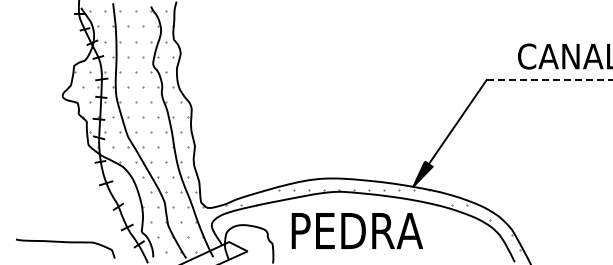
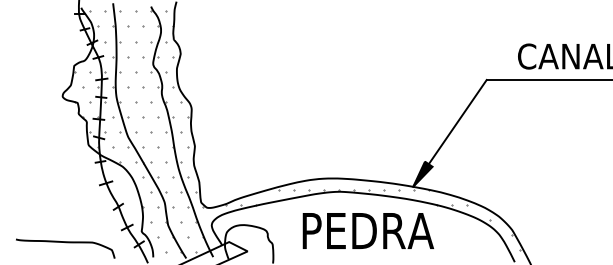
line at (549, 80): dashed -> solid
text at (357, 230) position: (357, 230) -> (368, 230)
